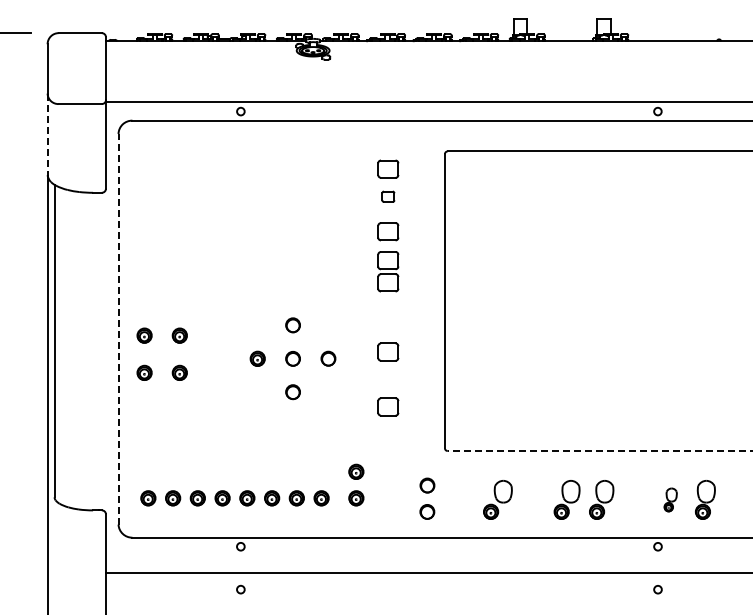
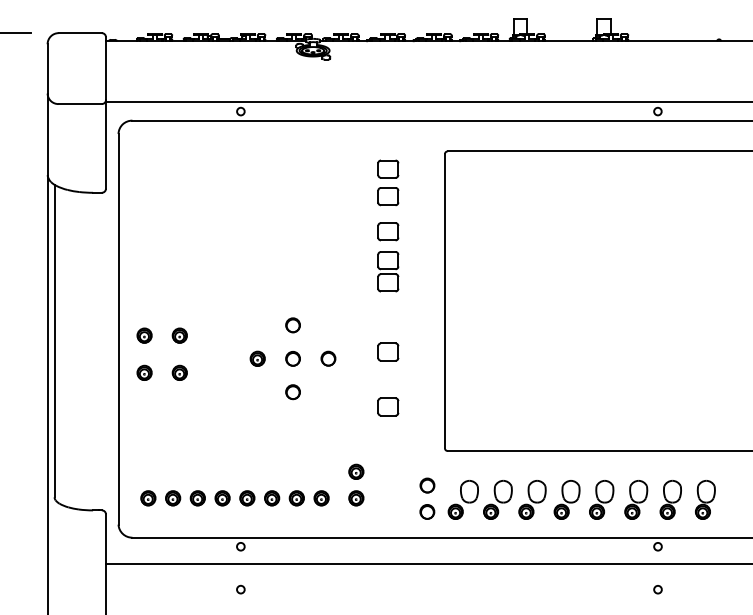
line at (47, 135): dashed -> solid
part at (388, 196) size: 15x13 px -> 23x20 px
line at (118, 328): dashed -> solid
line at (599, 451): dashed -> solid
part at (462, 499): none -> present
part at (532, 499): none -> present
part at (636, 499): none -> present
part at (670, 499) size: 15x26 px -> 23x40 px
line at (427, 573) position: (427, 573) -> (427, 564)
